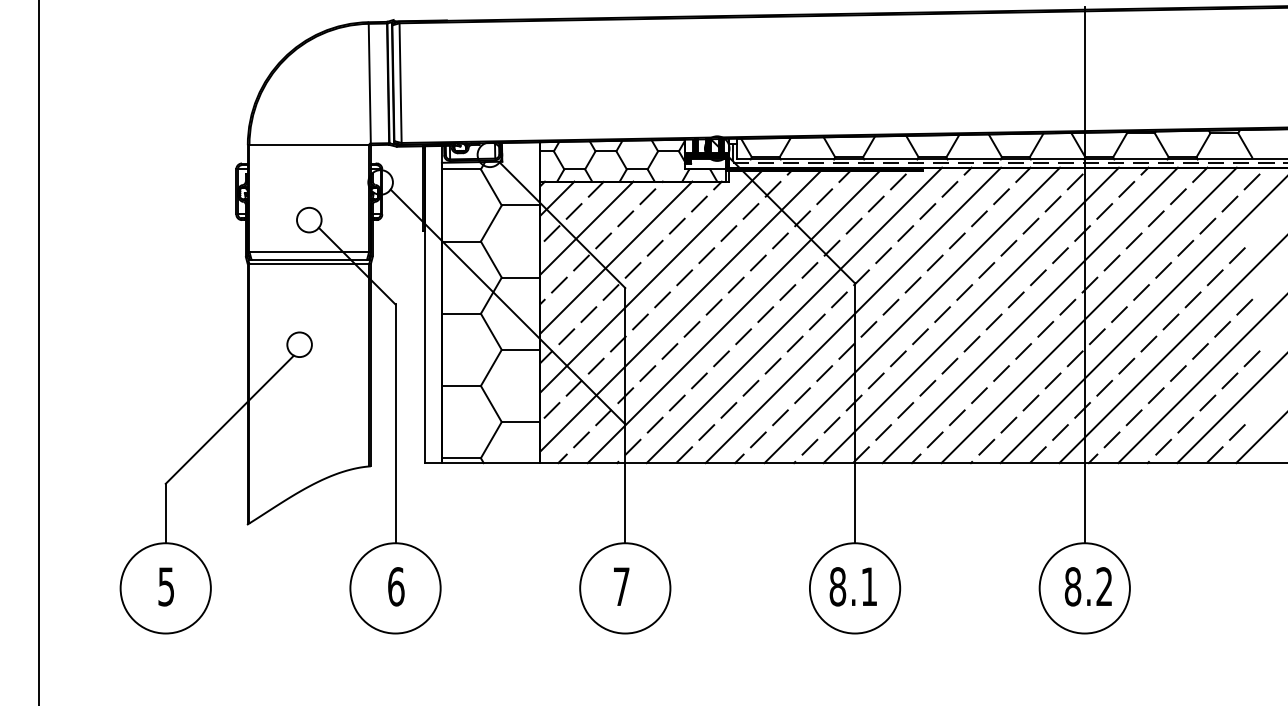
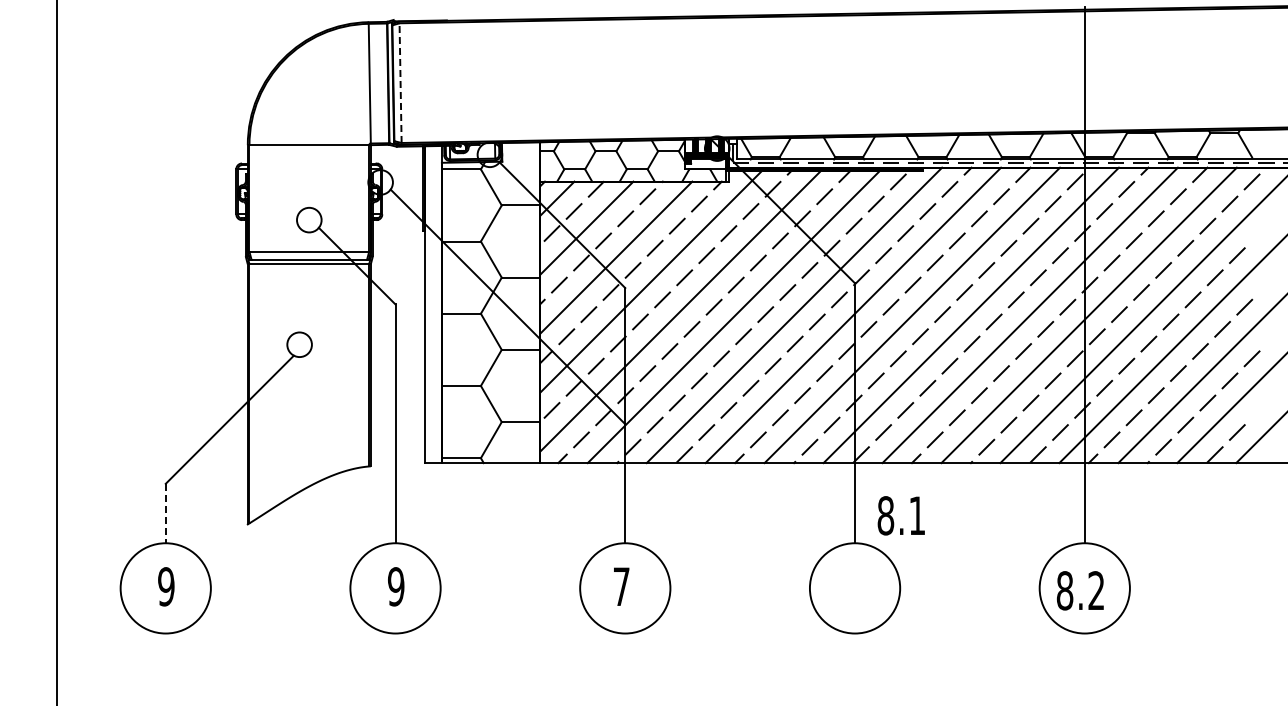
line at (400, 83): solid -> dashed
line at (38, 352) position: (38, 352) -> (56, 352)
line at (165, 513): solid -> dashed
text at (166, 586): 5 -> 9
text at (396, 586): 6 -> 9
text at (852, 586) position: (852, 586) -> (900, 515)
text at (1088, 586) position: (1088, 586) -> (1080, 590)
